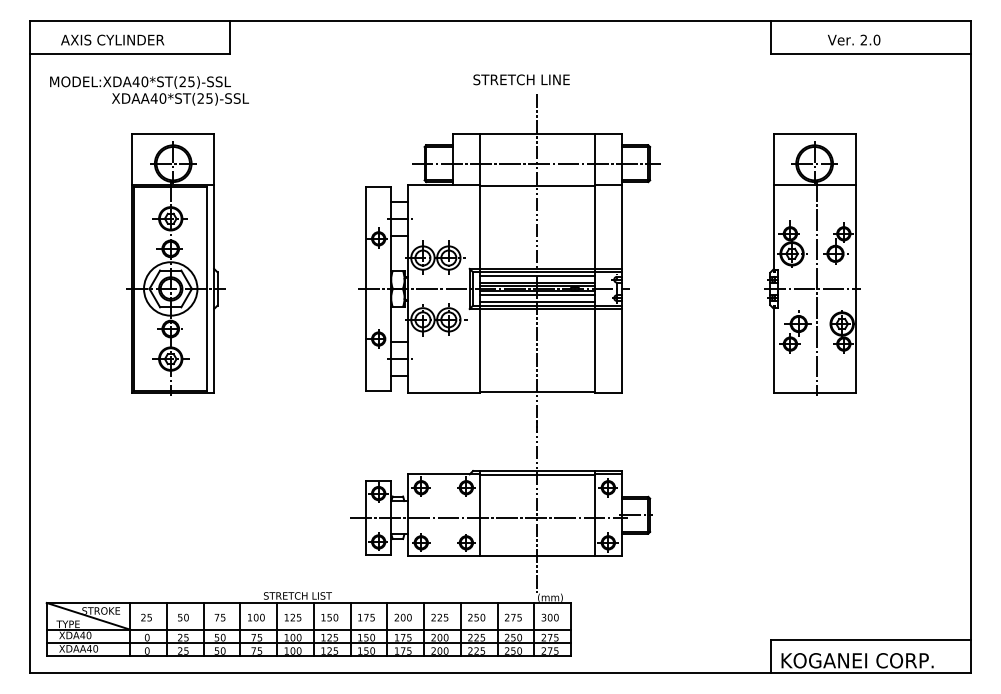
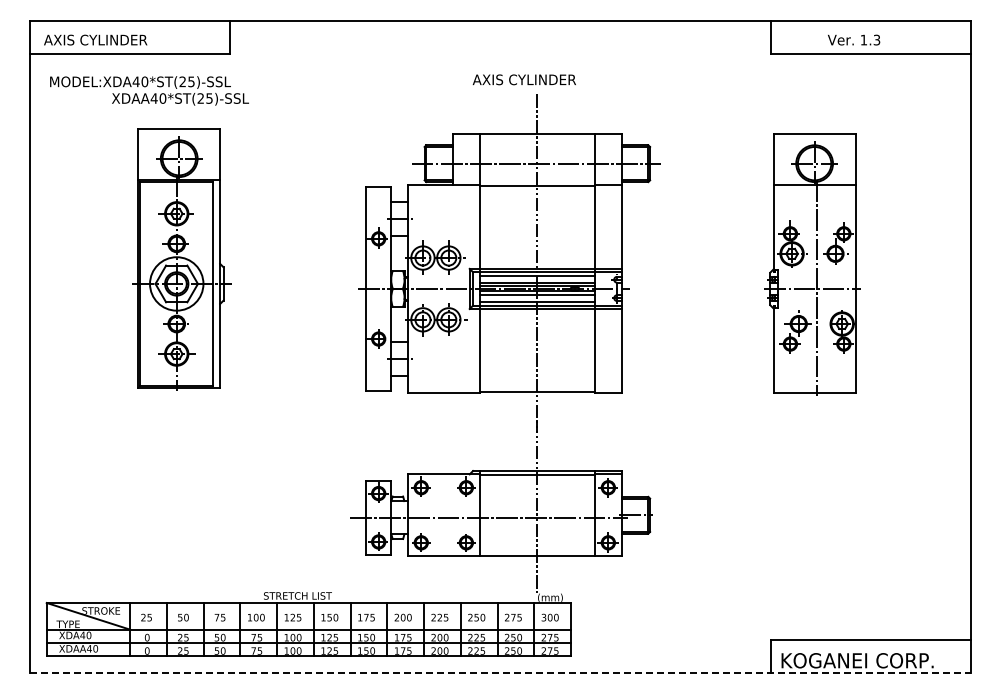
text at (112, 39) position: (112, 39) -> (95, 39)
text at (870, 39): 2.0 -> 1.3
text at (523, 79): STRETCH LINE -> AXIS CYLINDER
part at (175, 264) position: (175, 264) -> (181, 259)
line at (500, 673): solid -> dashed
